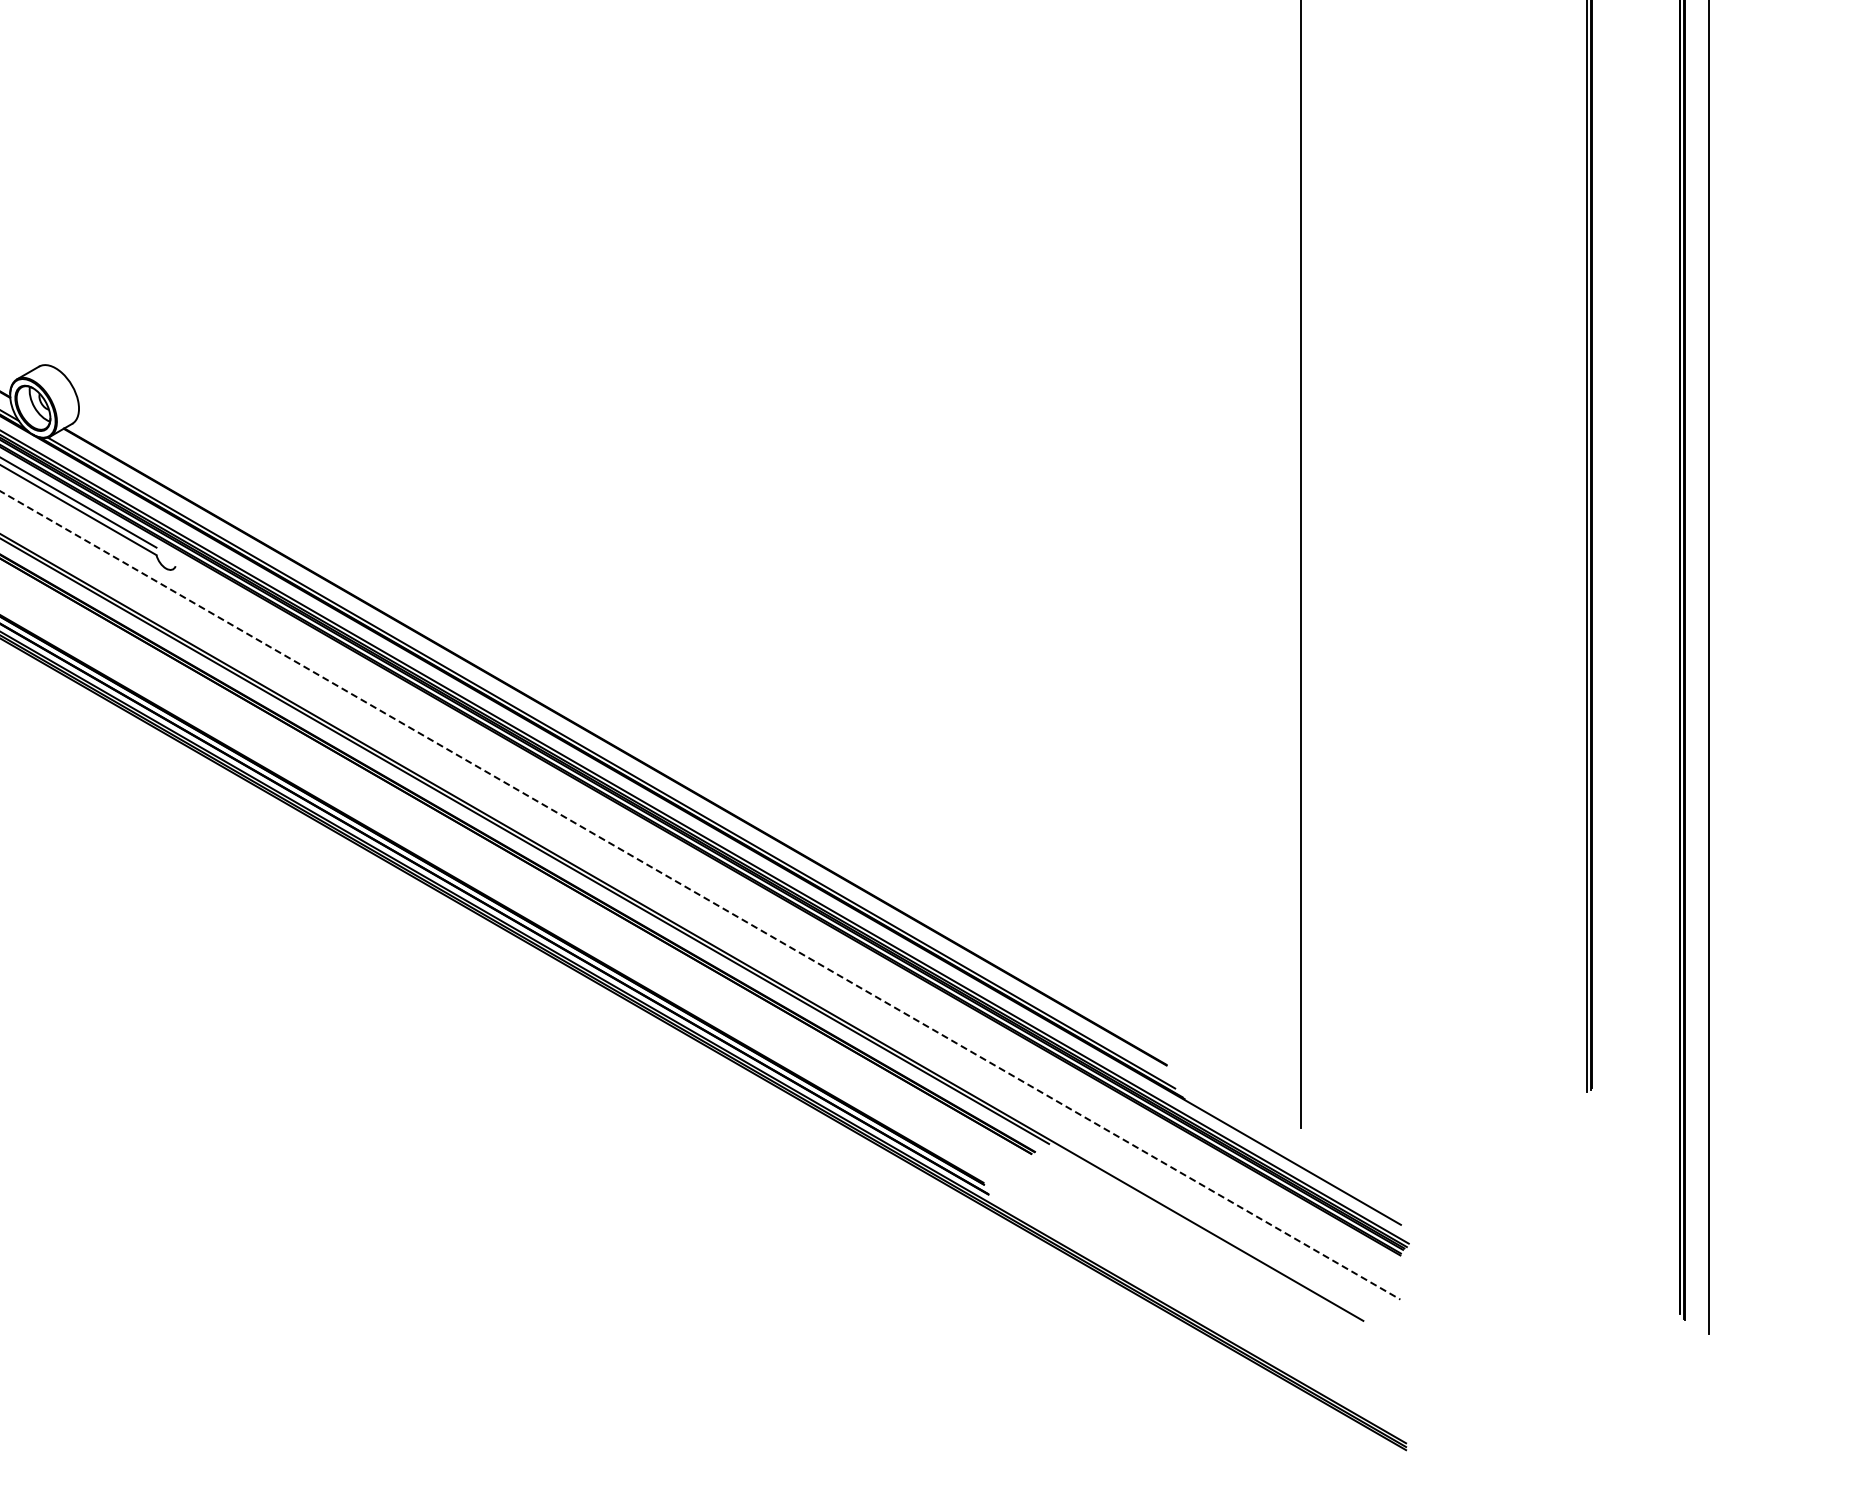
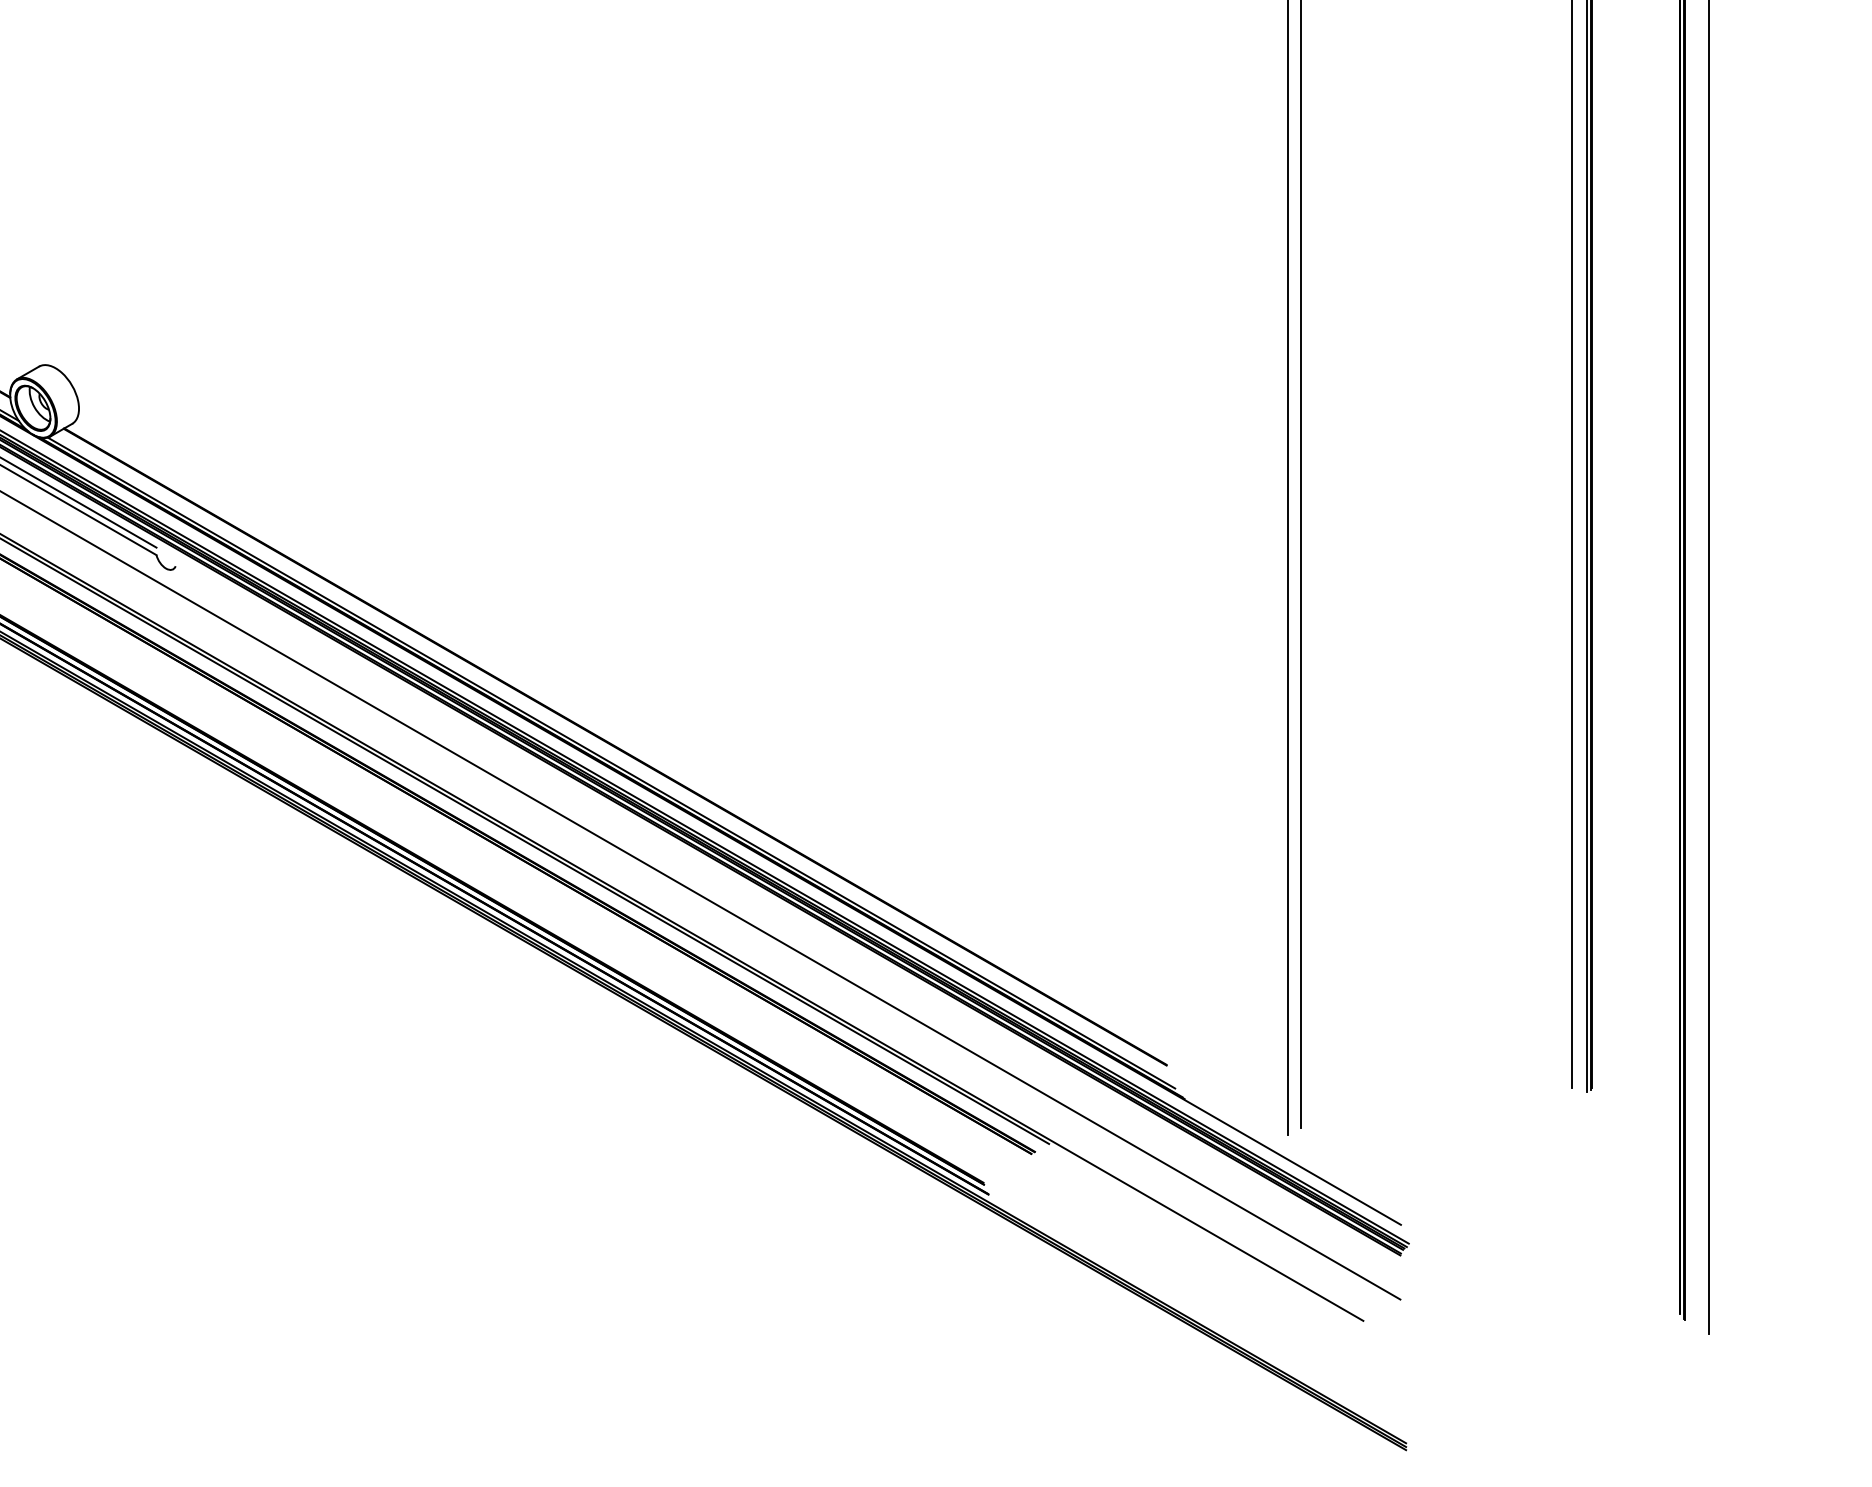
line at (1571, 545): none -> present
line at (1288, 568): none -> present
line at (700, 895): dashed -> solid
